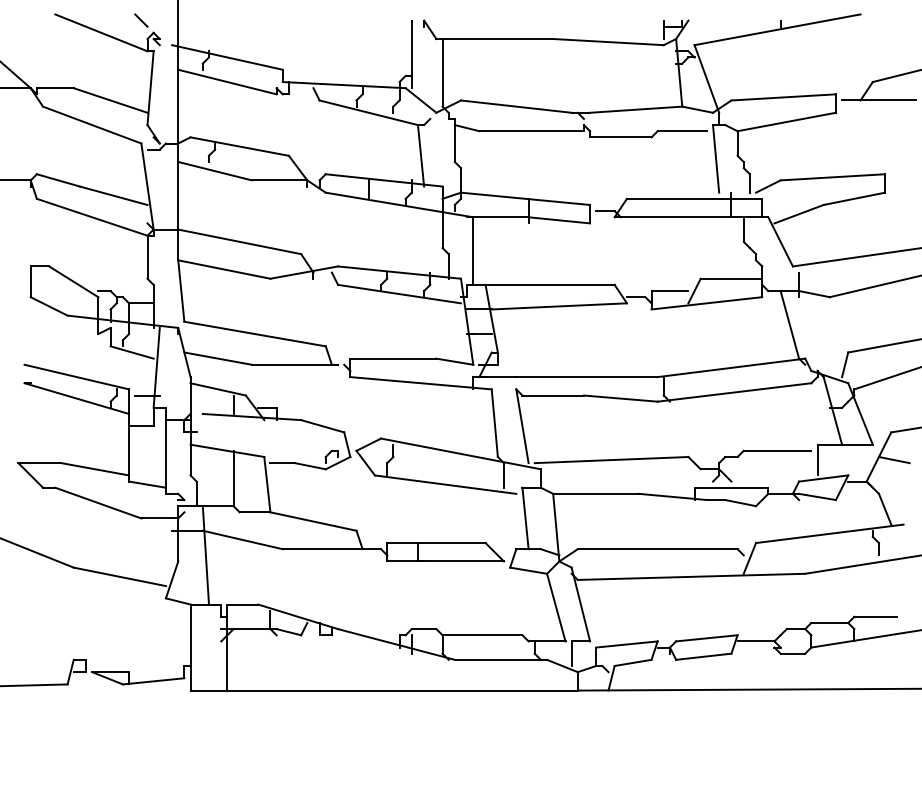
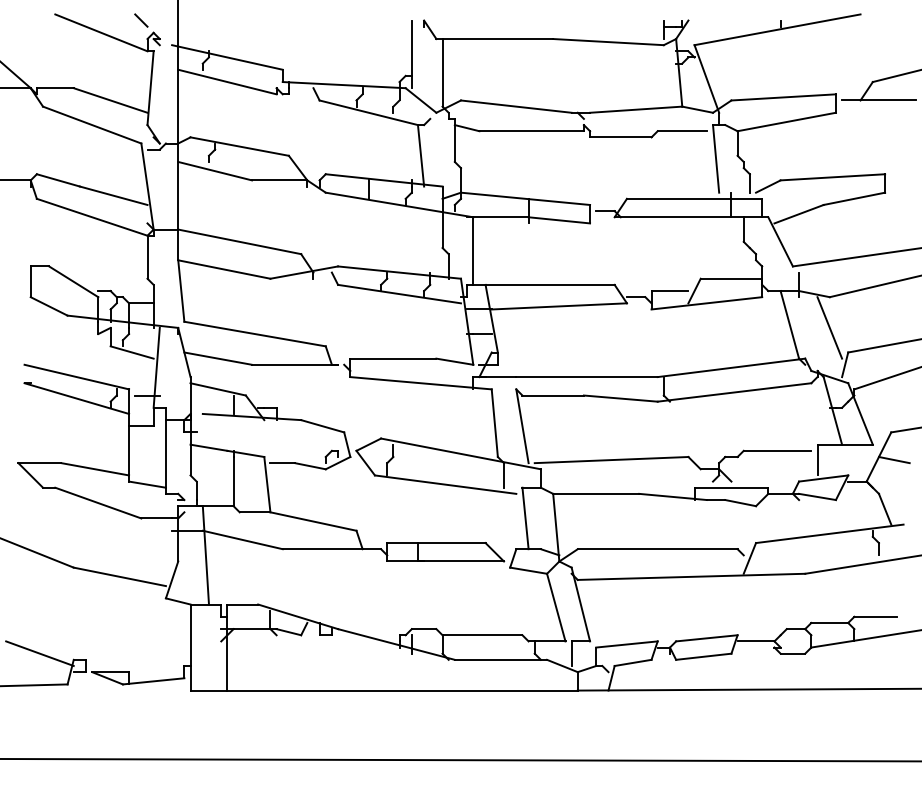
line at (829, 327): none -> present
line at (39, 653): none -> present
line at (460, 760): none -> present
